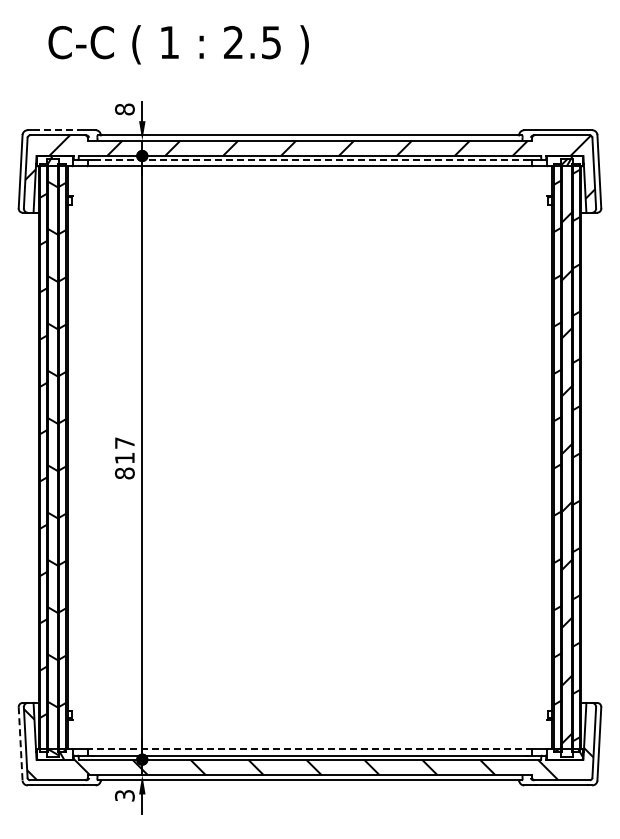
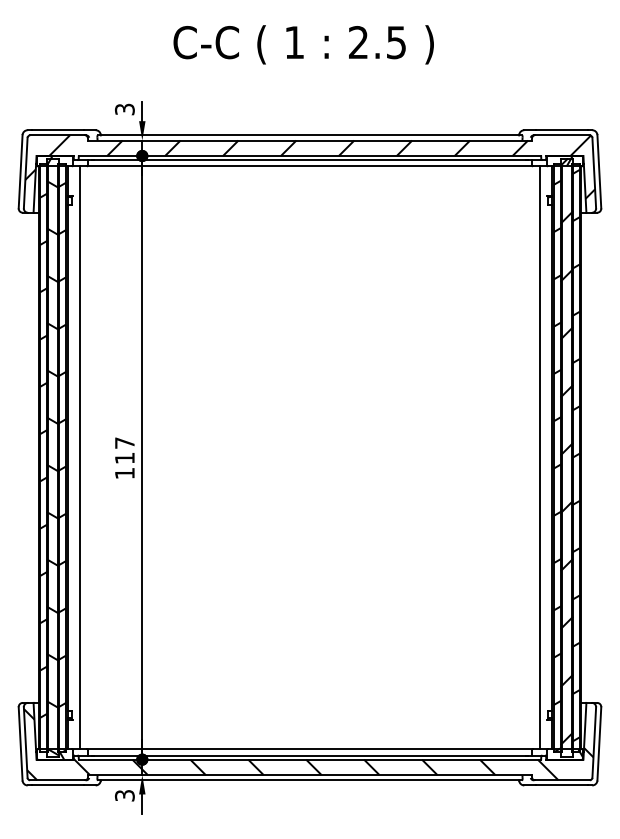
text at (178, 44) position: (178, 44) -> (303, 44)
text at (124, 109): 8 -> 3
line at (57, 130): dashed -> solid
line at (310, 160): dashed -> solid
line at (80, 457): none -> present
line at (539, 457): none -> present
text at (124, 473): 817 -> 117
line at (20, 743): dashed -> solid
line at (309, 749): dashed -> solid
